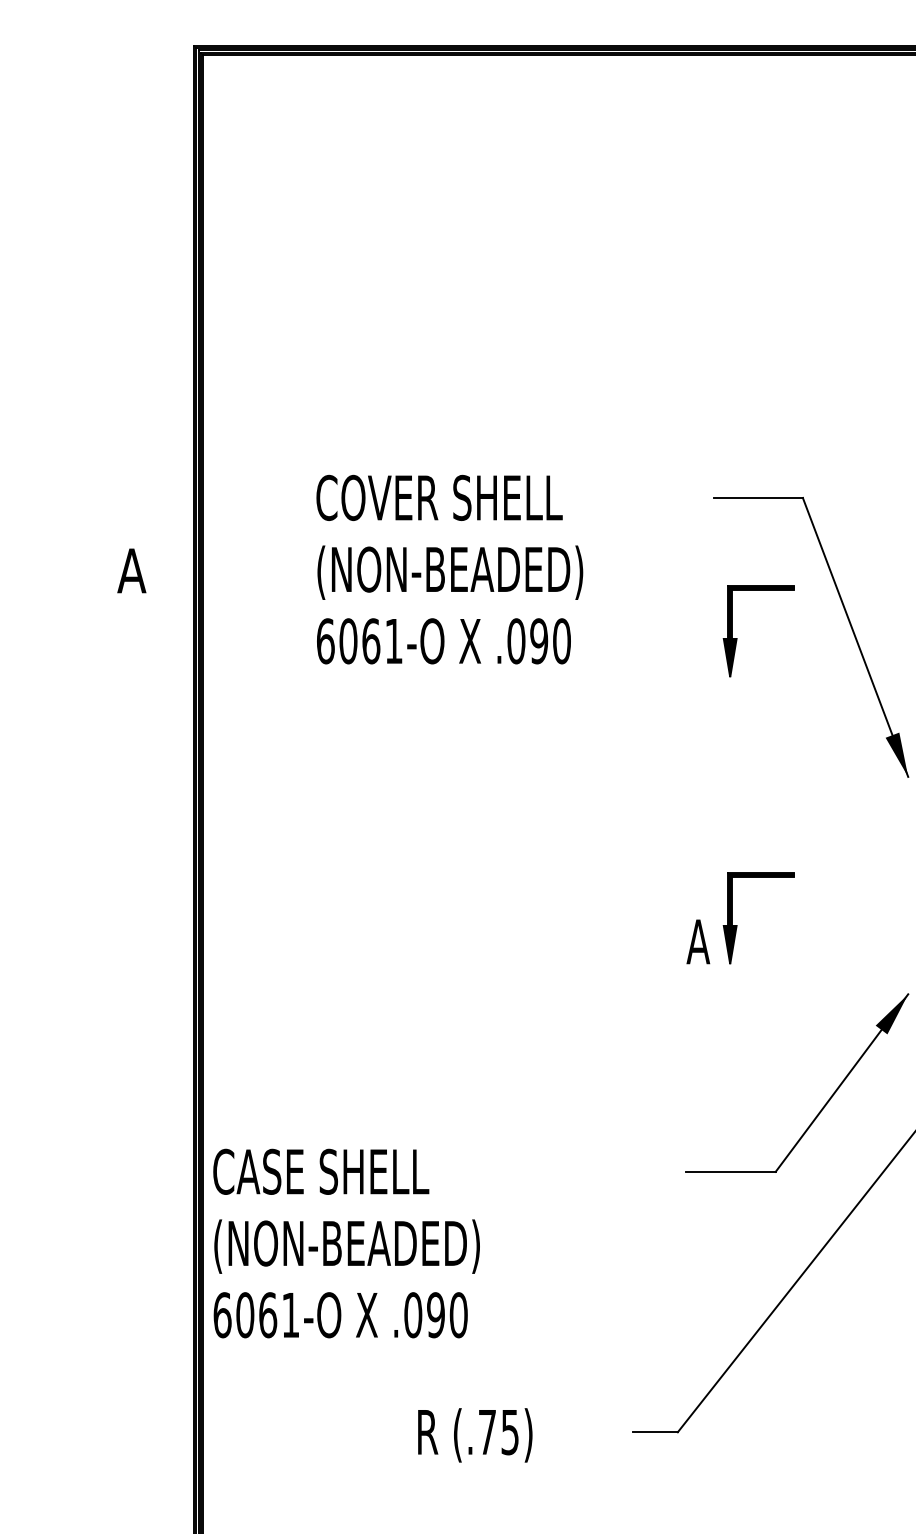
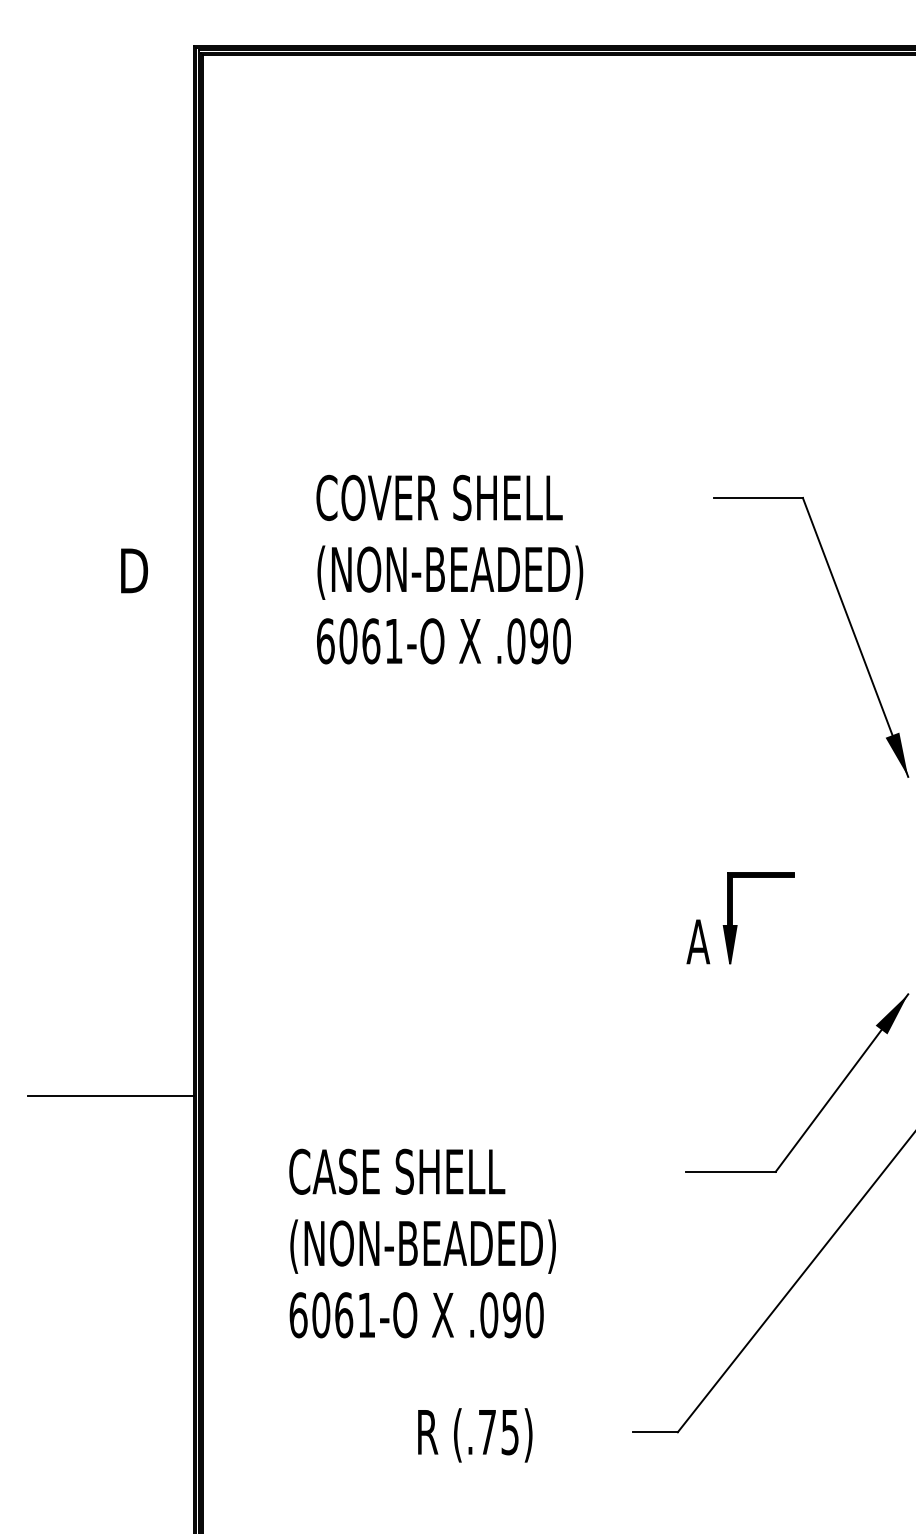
text at (132, 570): A -> D
part at (737, 638): present -> none
line at (110, 1095): none -> present
text at (346, 1243) position: (346, 1243) -> (422, 1243)
